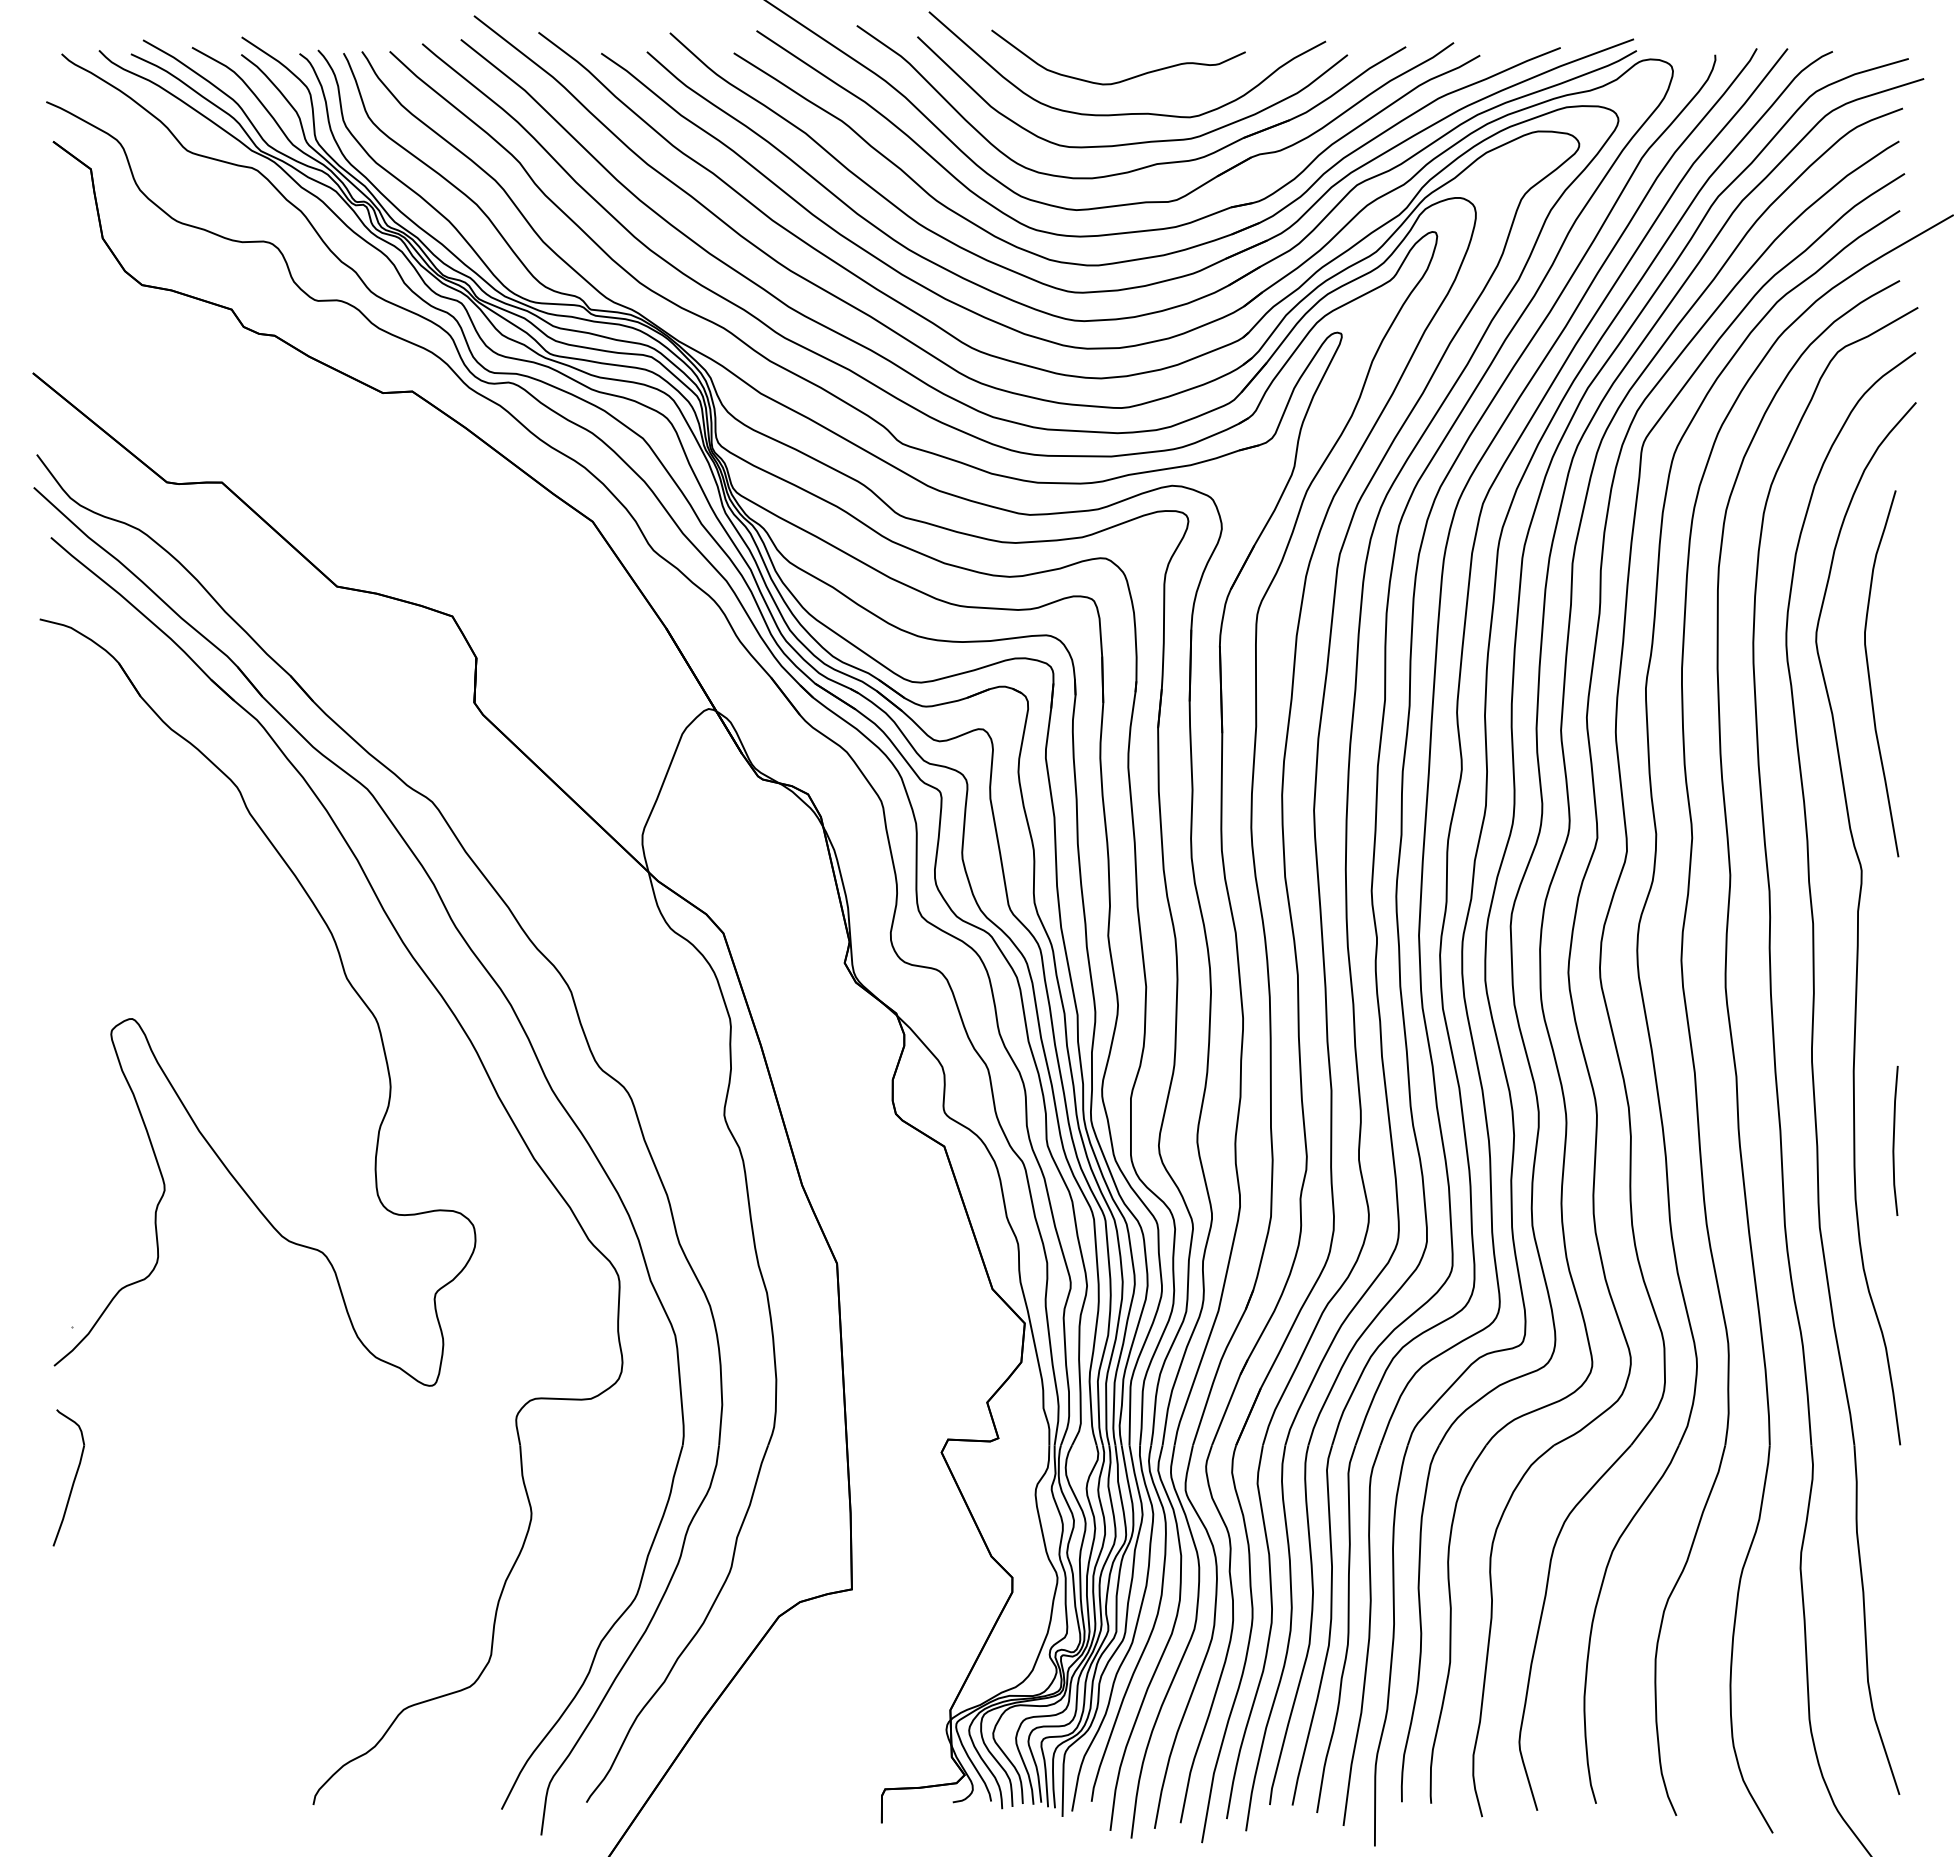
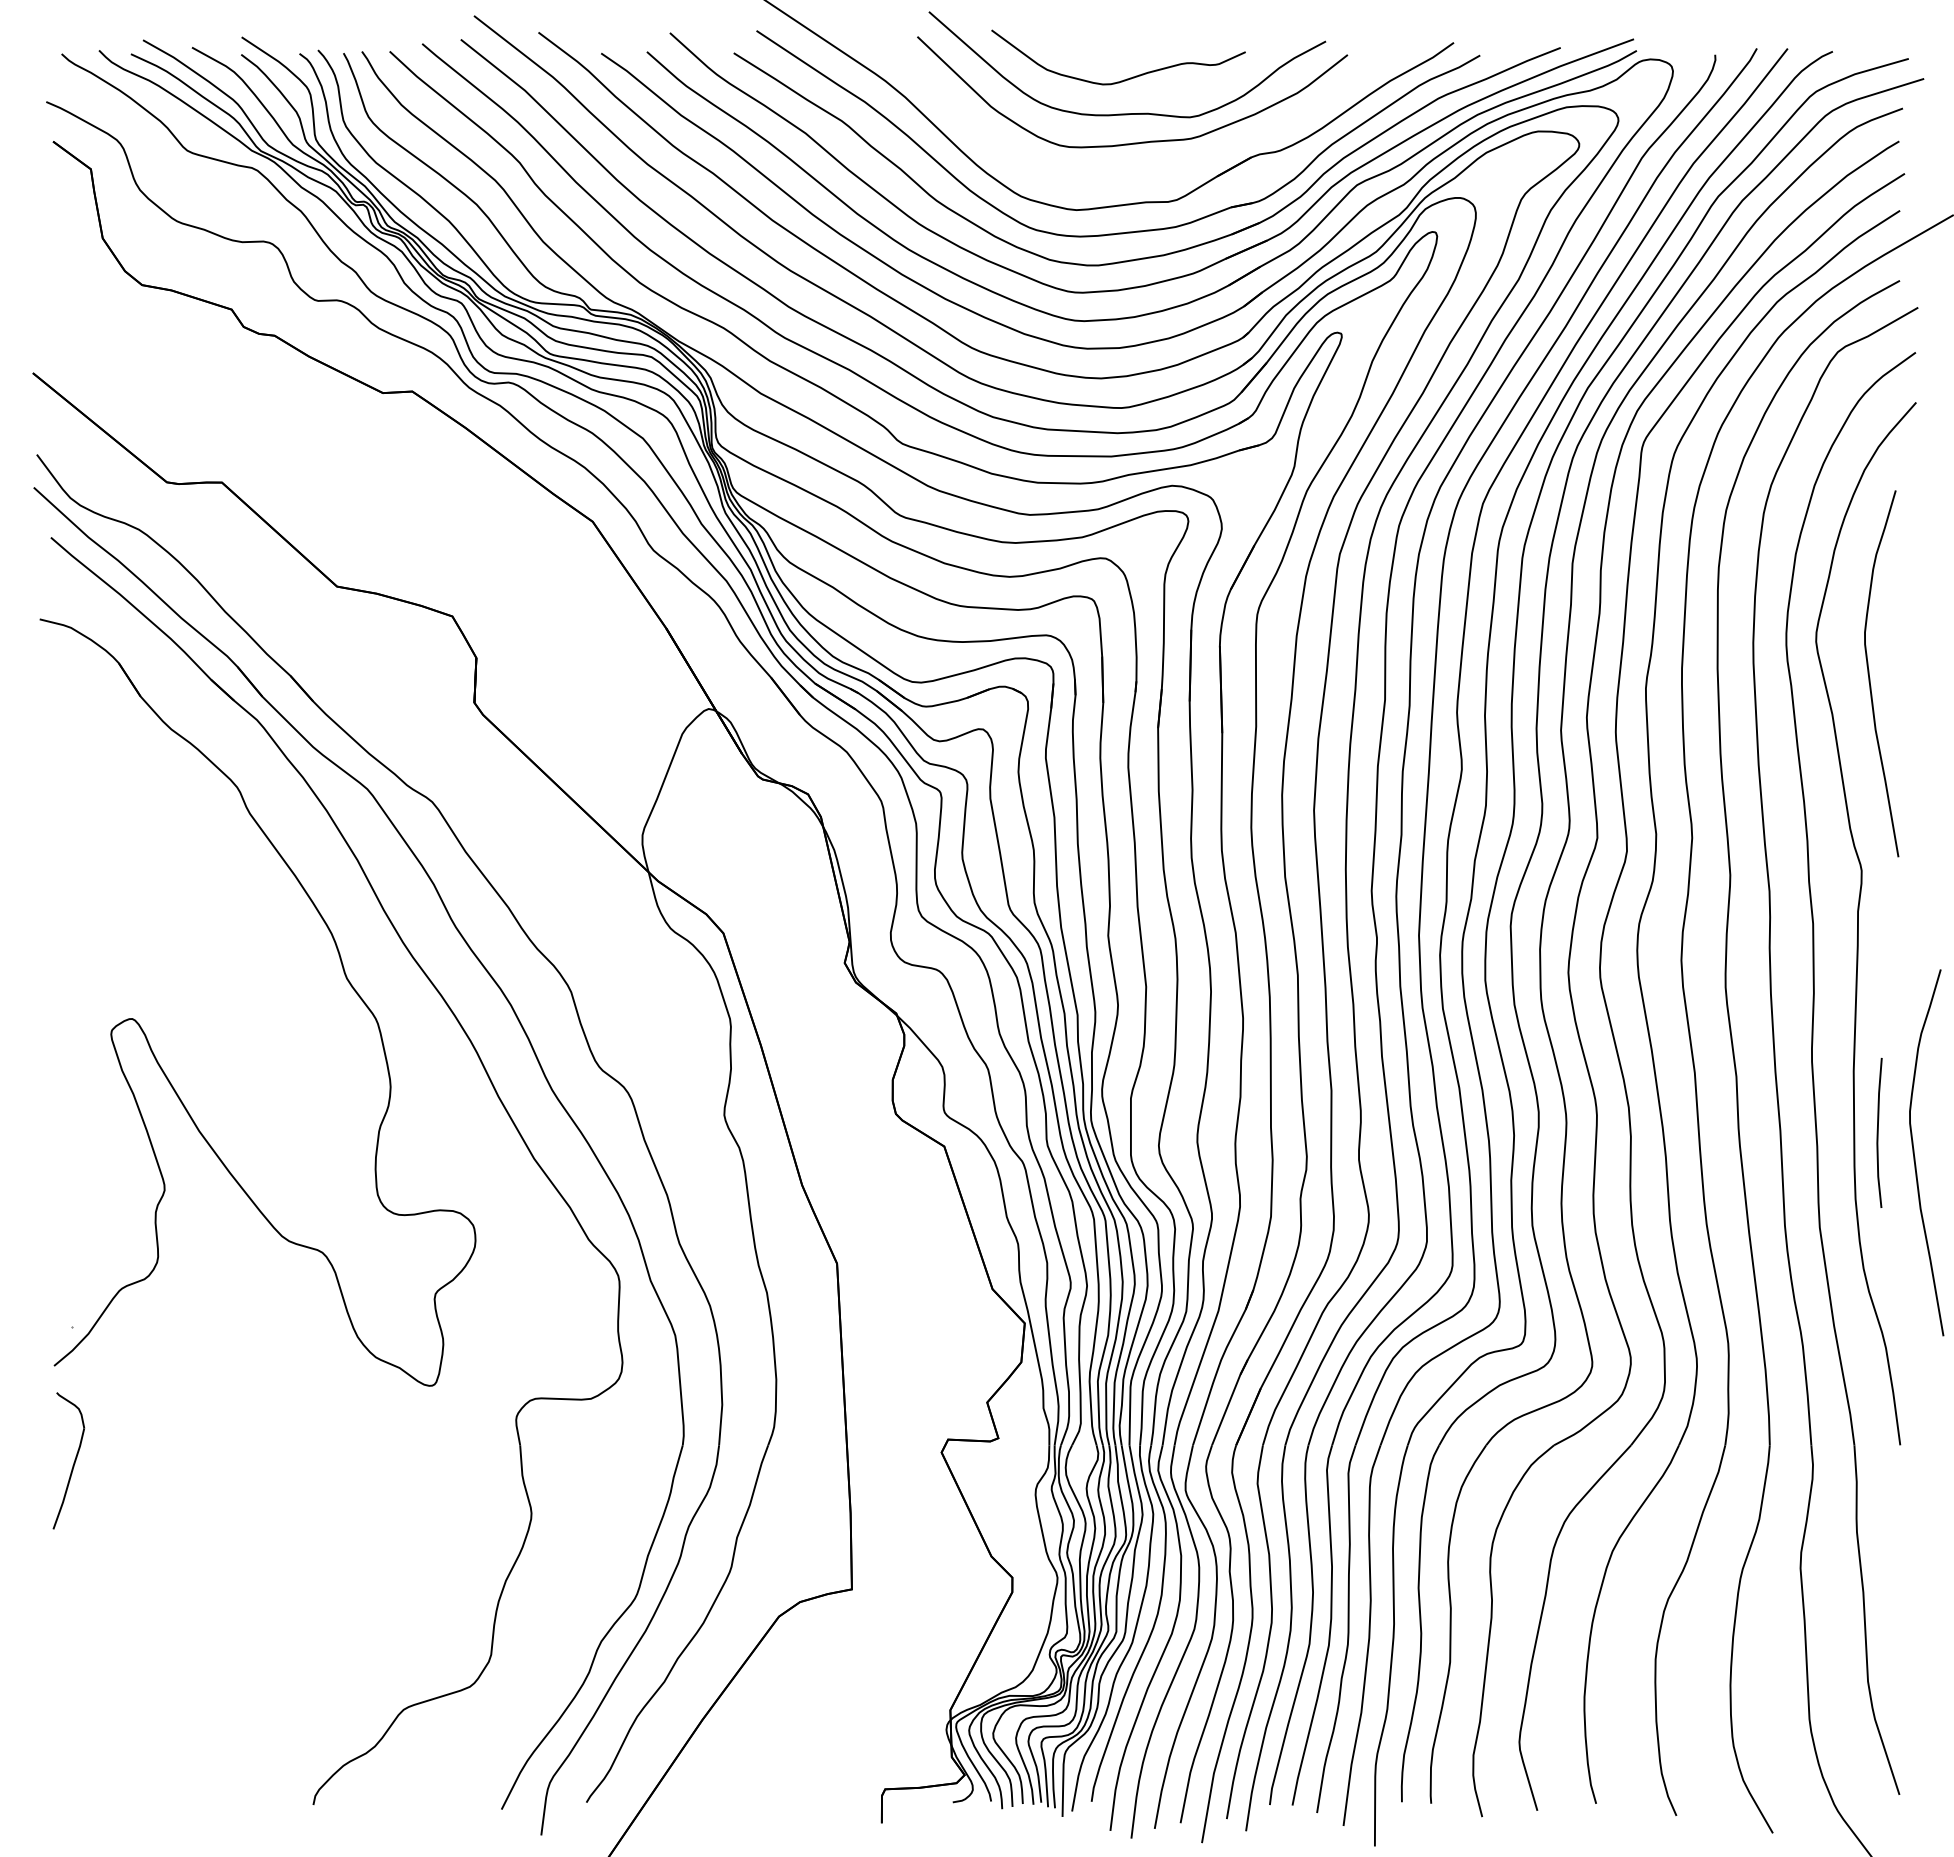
part at (1147, 165): present -> none
line at (1894, 1140) position: (1894, 1140) -> (1878, 1132)
curve at (1915, 1156): none -> present
part at (68, 1477) position: (68, 1477) -> (68, 1460)
